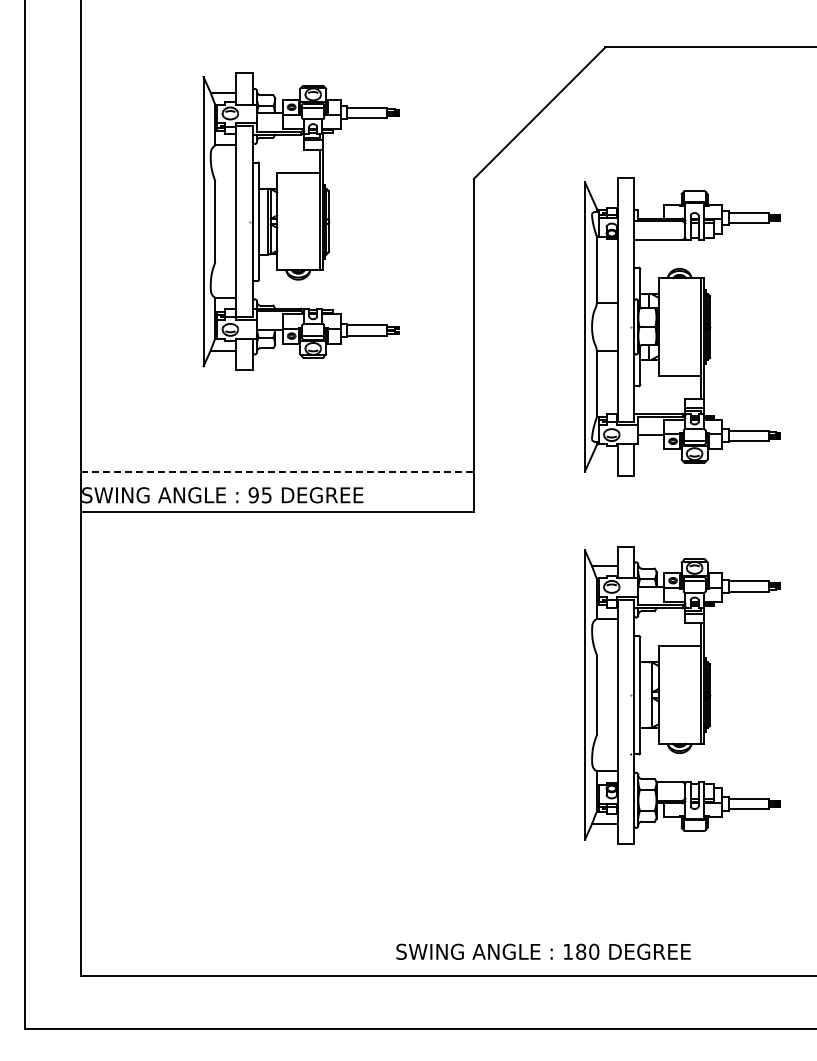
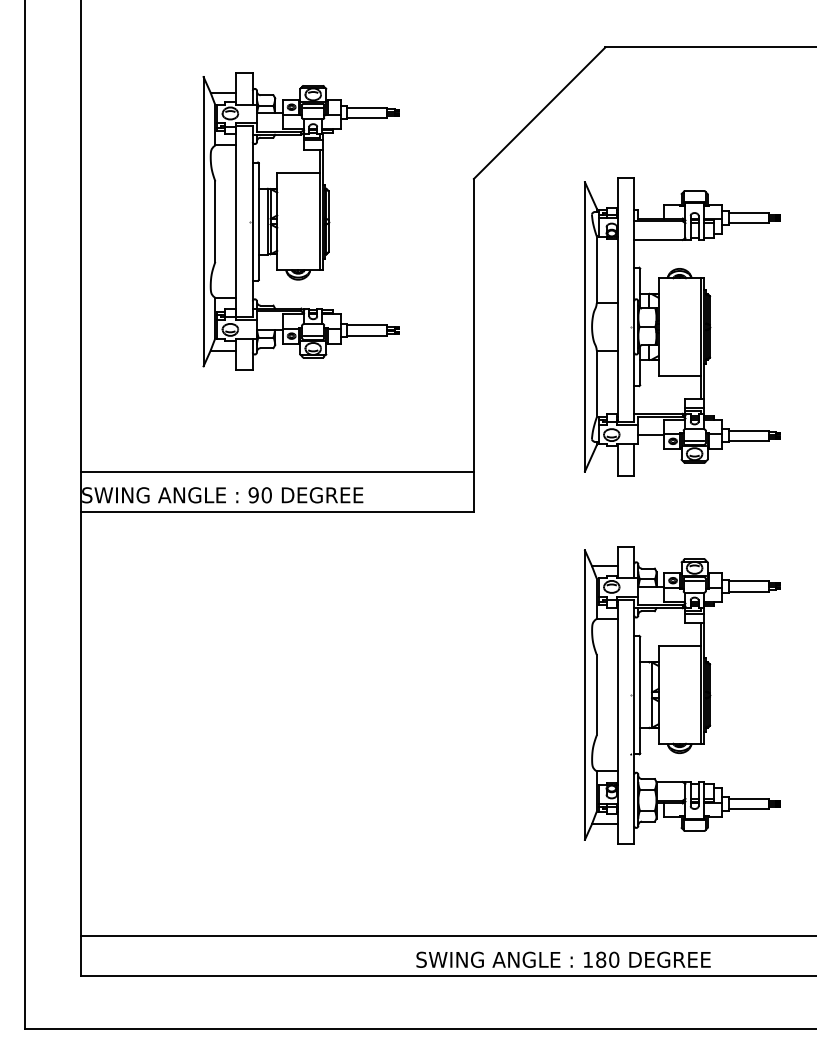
line at (277, 472): dashed -> solid
text at (266, 495): 95 -> 90
line at (446, 936): none -> present
text at (543, 951) position: (543, 951) -> (563, 959)
